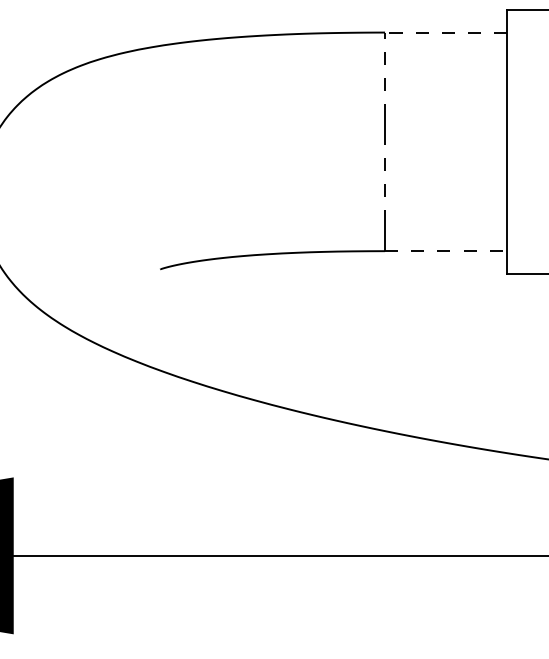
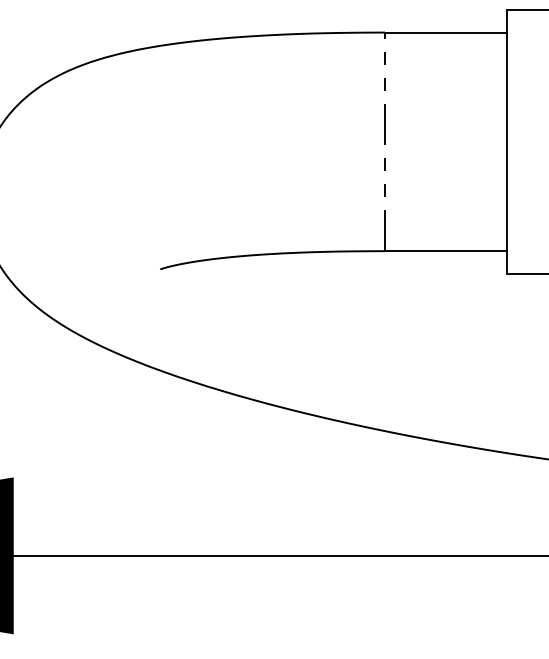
line at (445, 32): dashed -> solid
line at (446, 251): dashed -> solid
